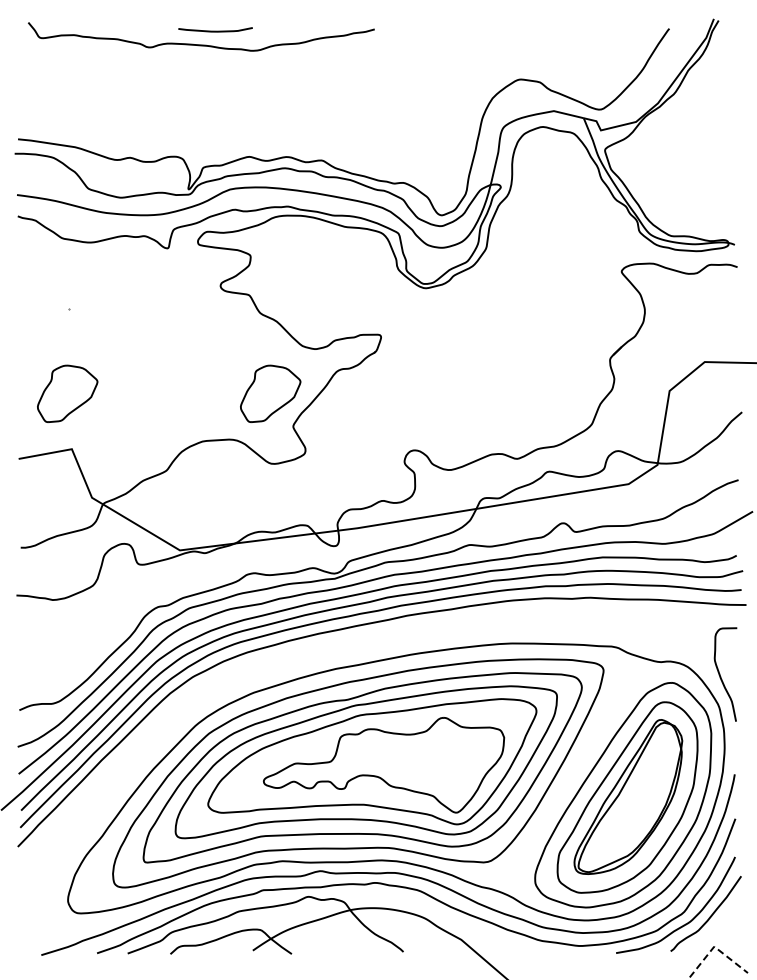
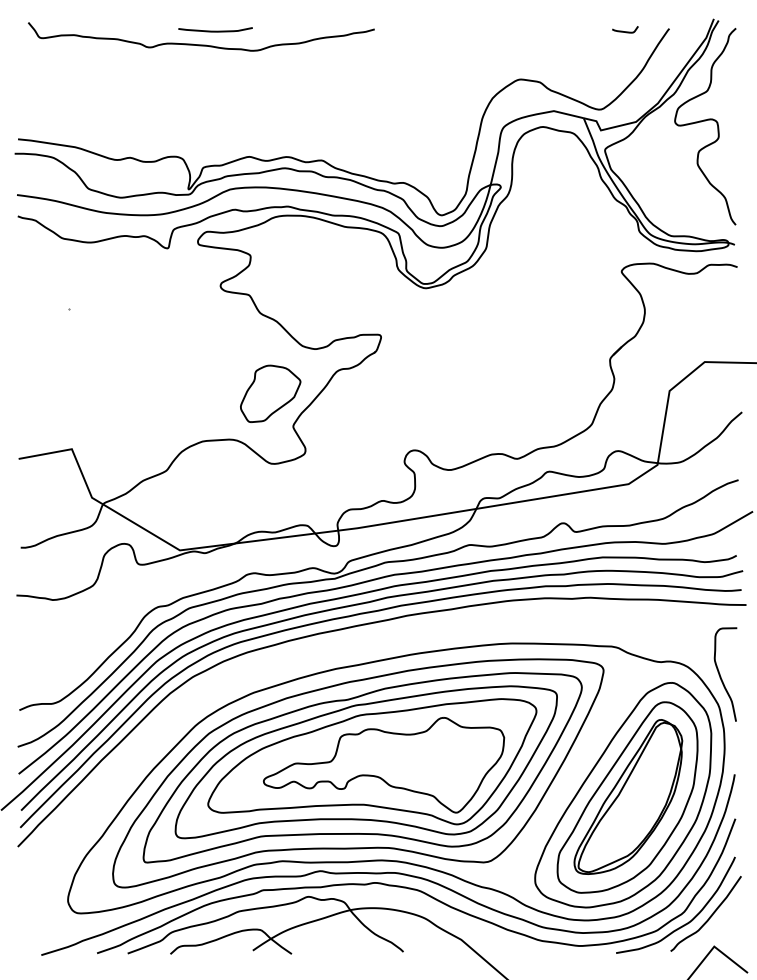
curve at (625, 31): none -> present
curve at (705, 121): none -> present
part at (67, 393): present -> none
line at (714, 946): dashed -> solid
